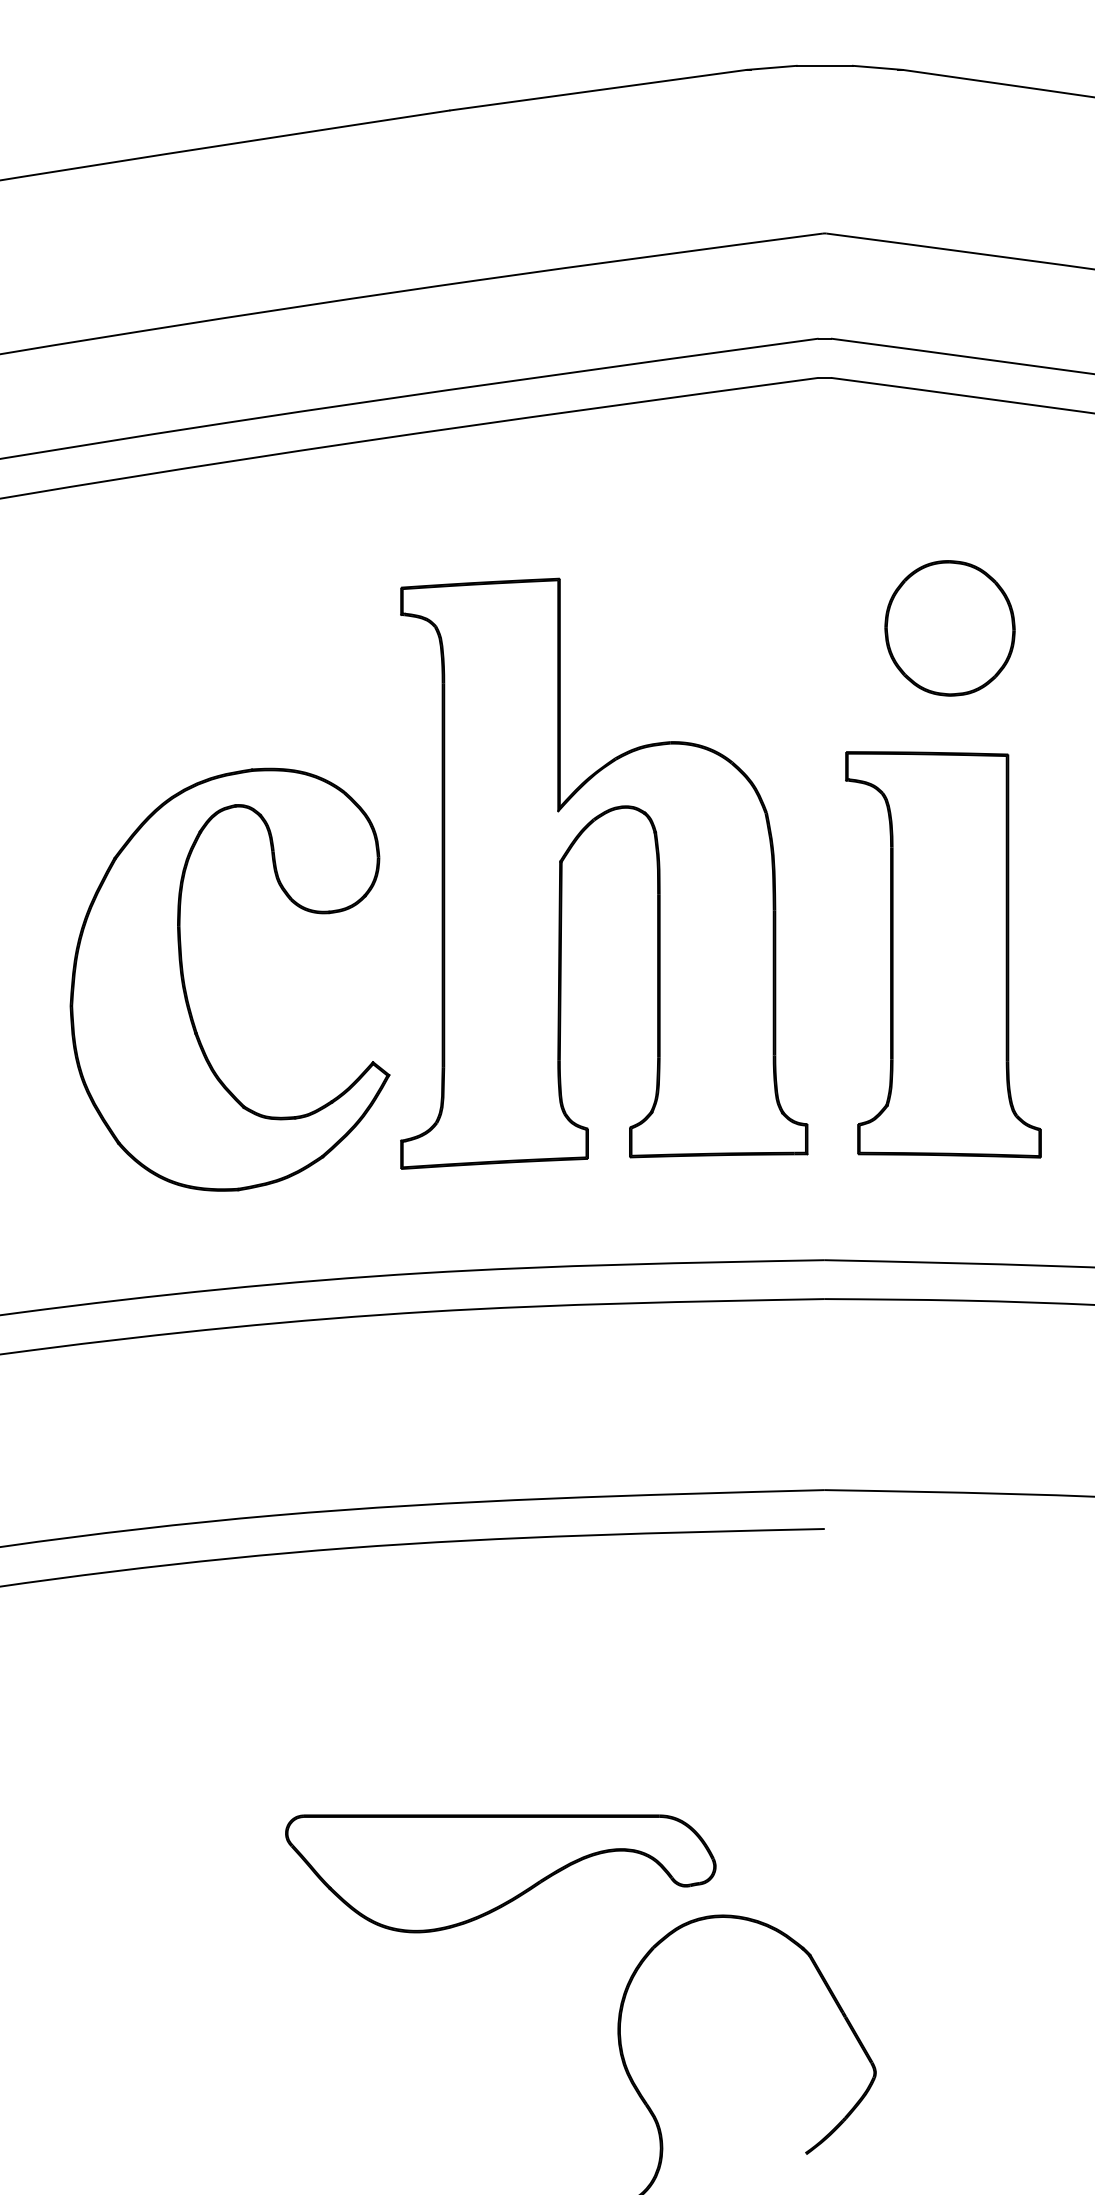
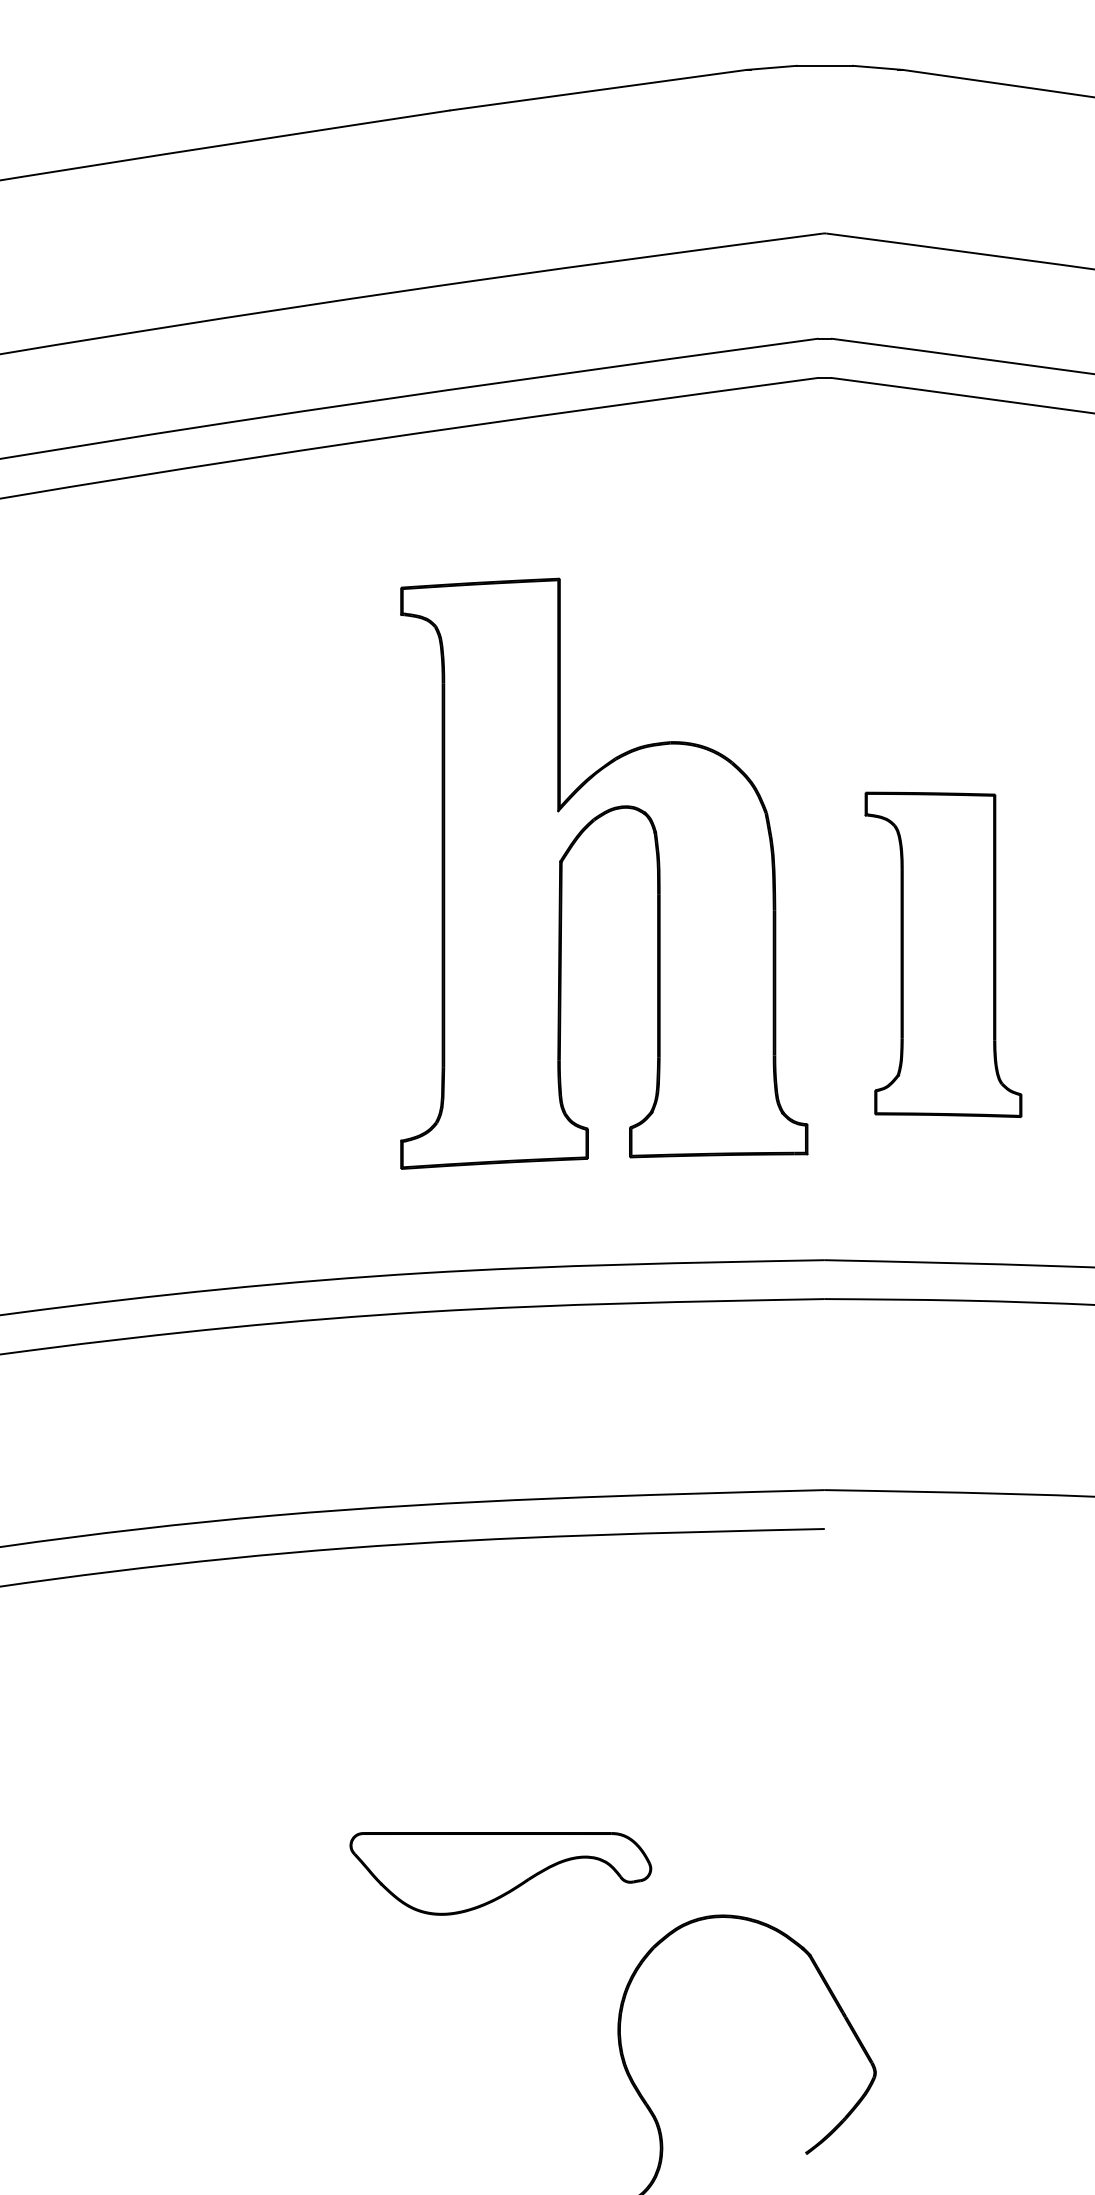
part at (949, 628): present -> none
part at (943, 954) size: 197x408 px -> 159x327 px
part at (186, 989): present -> none
part at (500, 1873) size: 432x120 px -> 304x84 px
